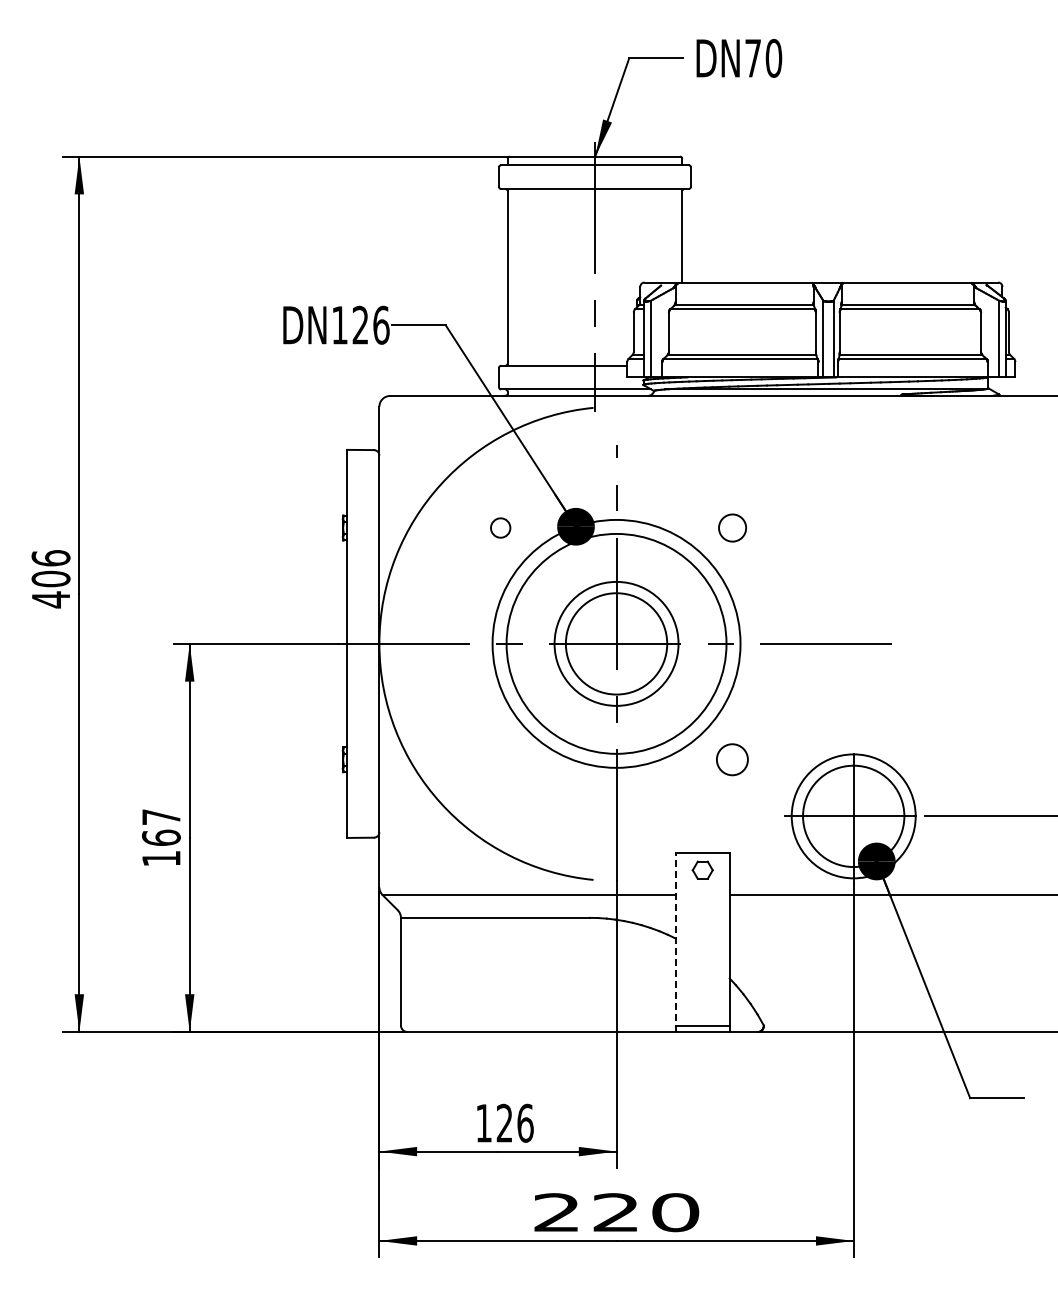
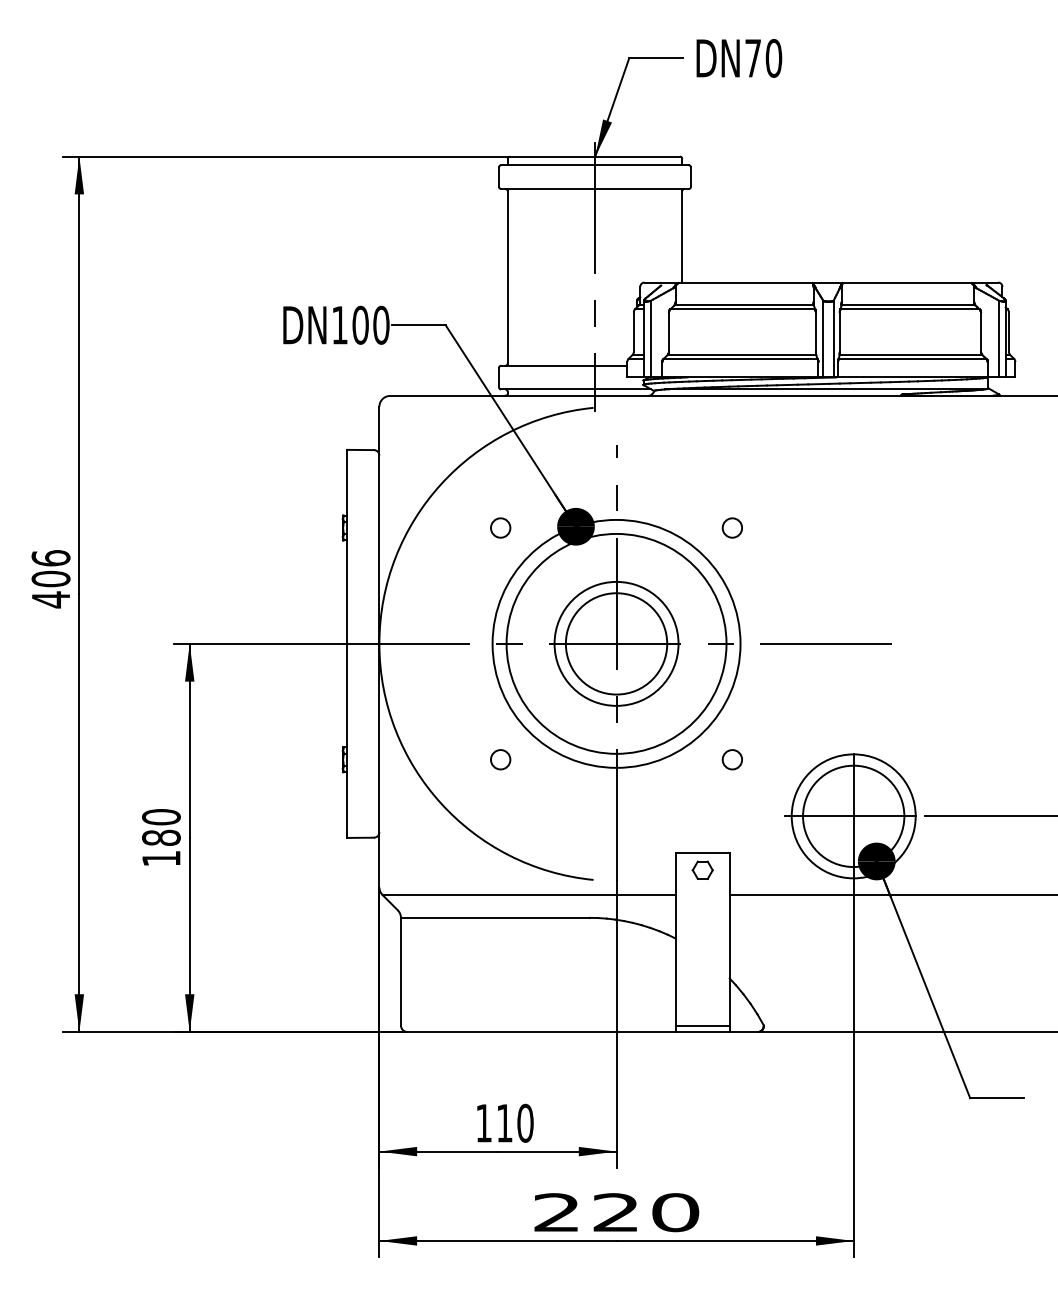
text at (370, 324): DN126 -> DN100
circle at (732, 527) size: 29x30 px -> 22x22 px
circle at (500, 759): none -> present
circle at (731, 759) diameter: 31 px -> 19 px
text at (161, 827): 167 -> 180
line at (675, 942): dashed -> solid
text at (514, 1122): 126 -> 110
